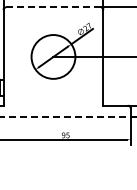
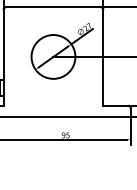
line at (53, 7): dashed -> solid
line at (65, 117): dashed -> solid
